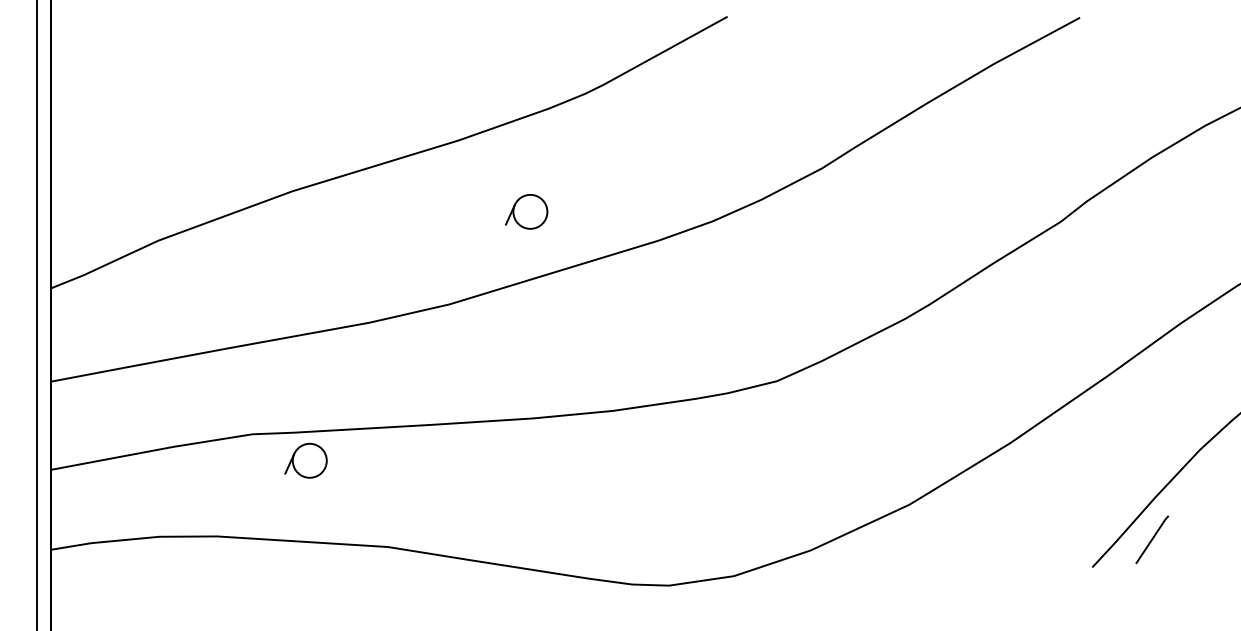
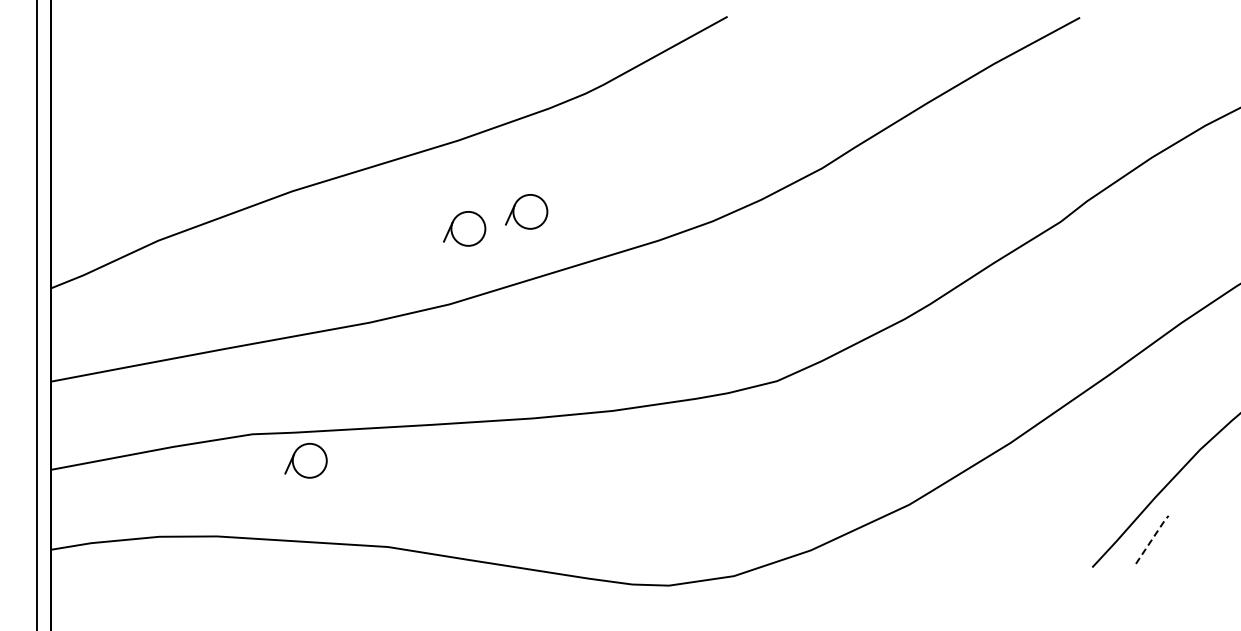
part at (464, 228): none -> present
line at (1152, 538): solid -> dashed
